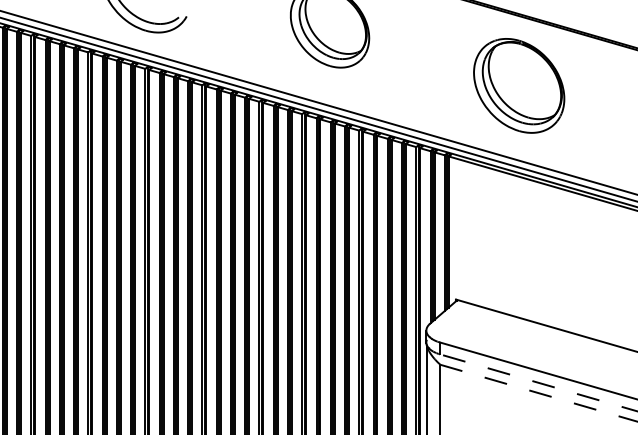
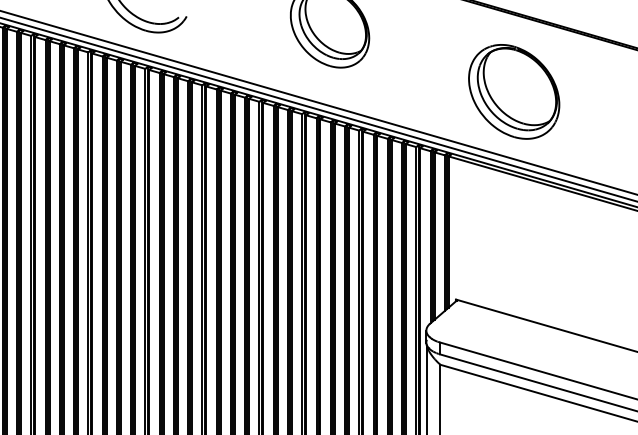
part at (519, 85) position: (519, 85) -> (514, 91)
line at (538, 382): dashed -> solid
line at (538, 393): dashed -> solid
